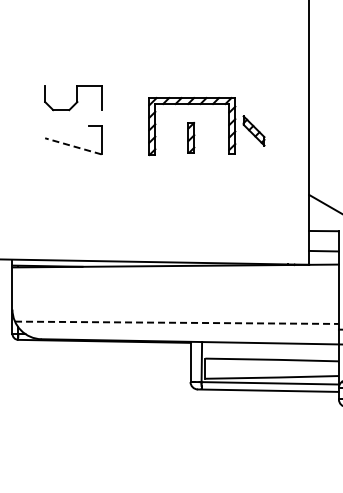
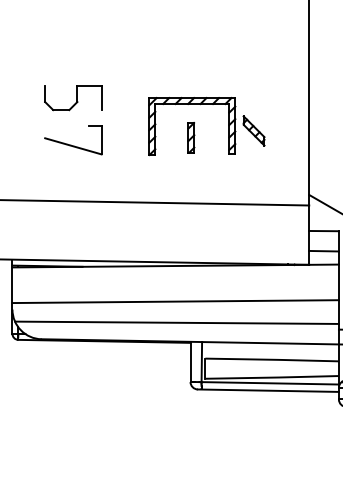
line at (72, 146): dashed -> solid
line at (155, 202): none -> present
line at (175, 301): none -> present
line at (176, 322): dashed -> solid
